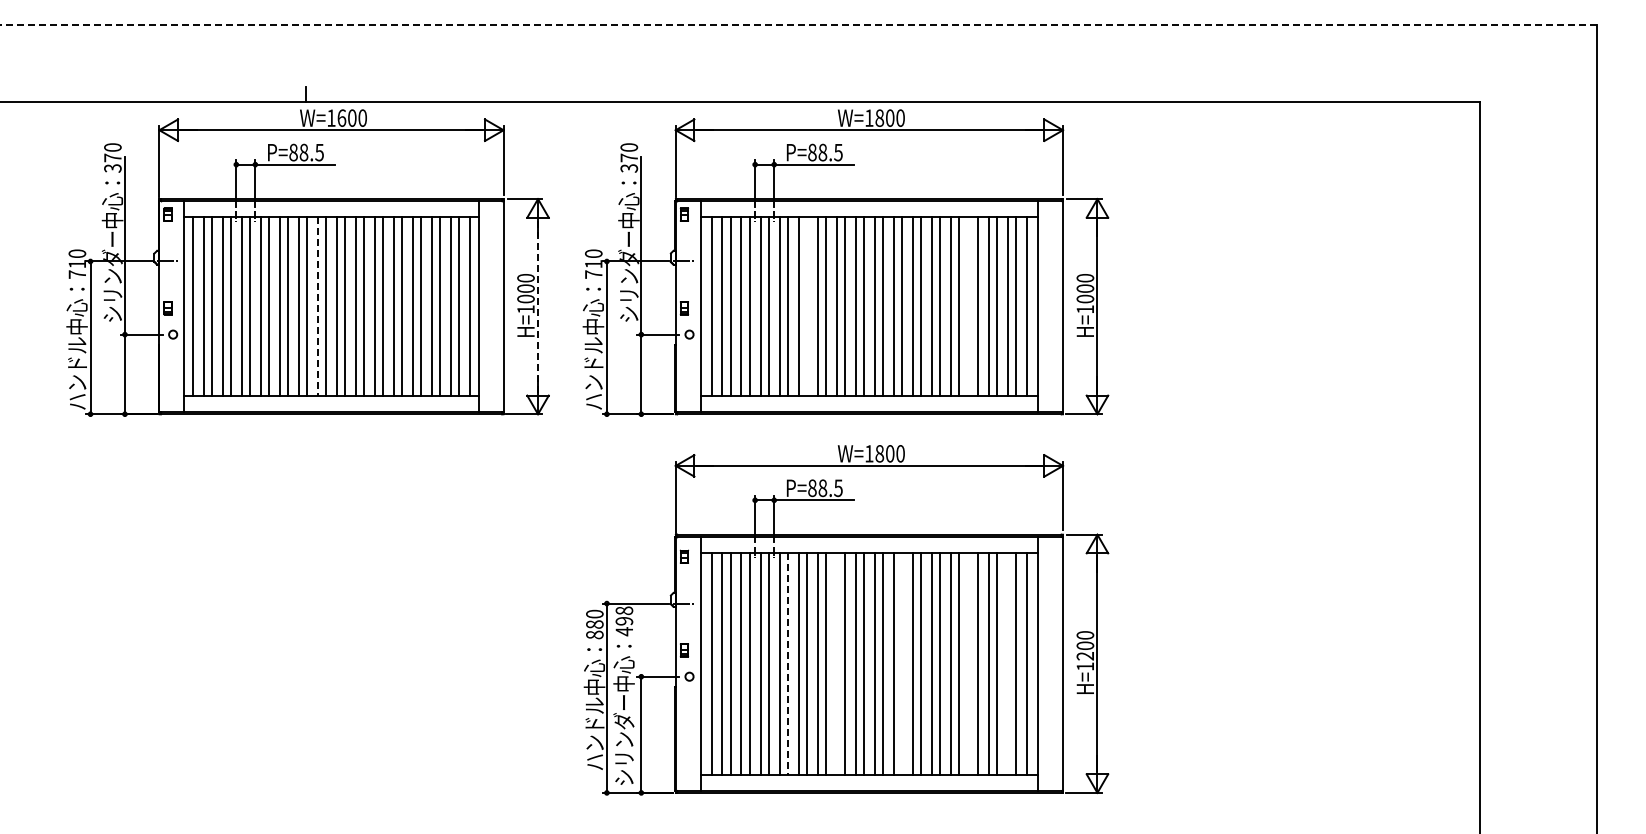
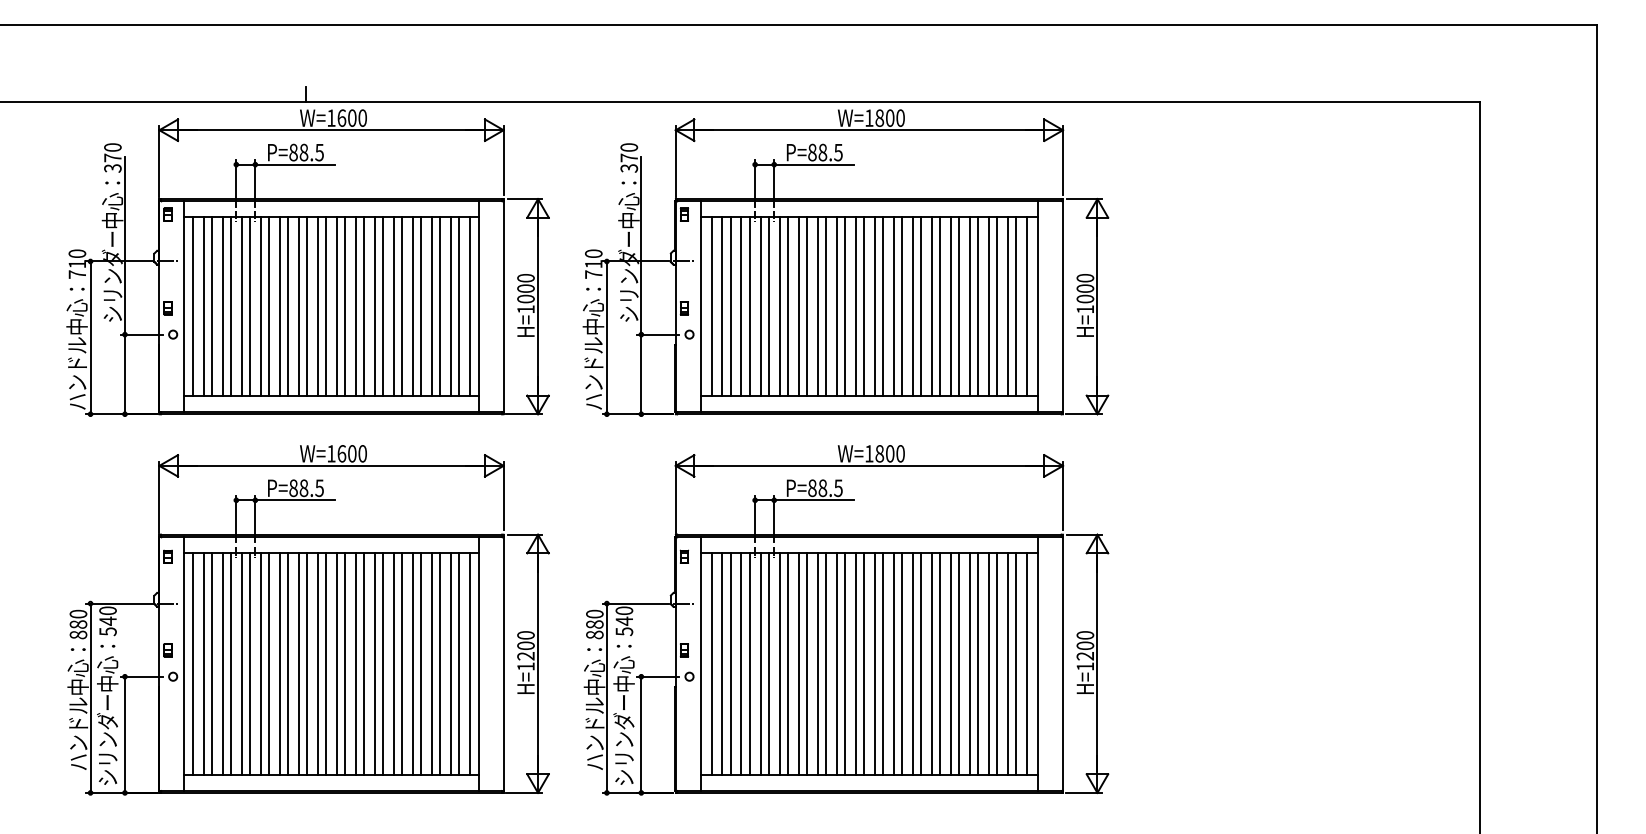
line at (797, 24): dashed -> solid
line at (806, 306): none -> present
line at (970, 306): none -> present
line at (317, 307): dashed -> solid
line at (538, 307): dashed -> solid
part at (308, 620): none -> present
text at (624, 621): 498 -> 540
line at (787, 663): dashed -> solid
line at (836, 663): none -> present
line at (902, 663): none -> present
line at (970, 663): none -> present
line at (1008, 663): none -> present
